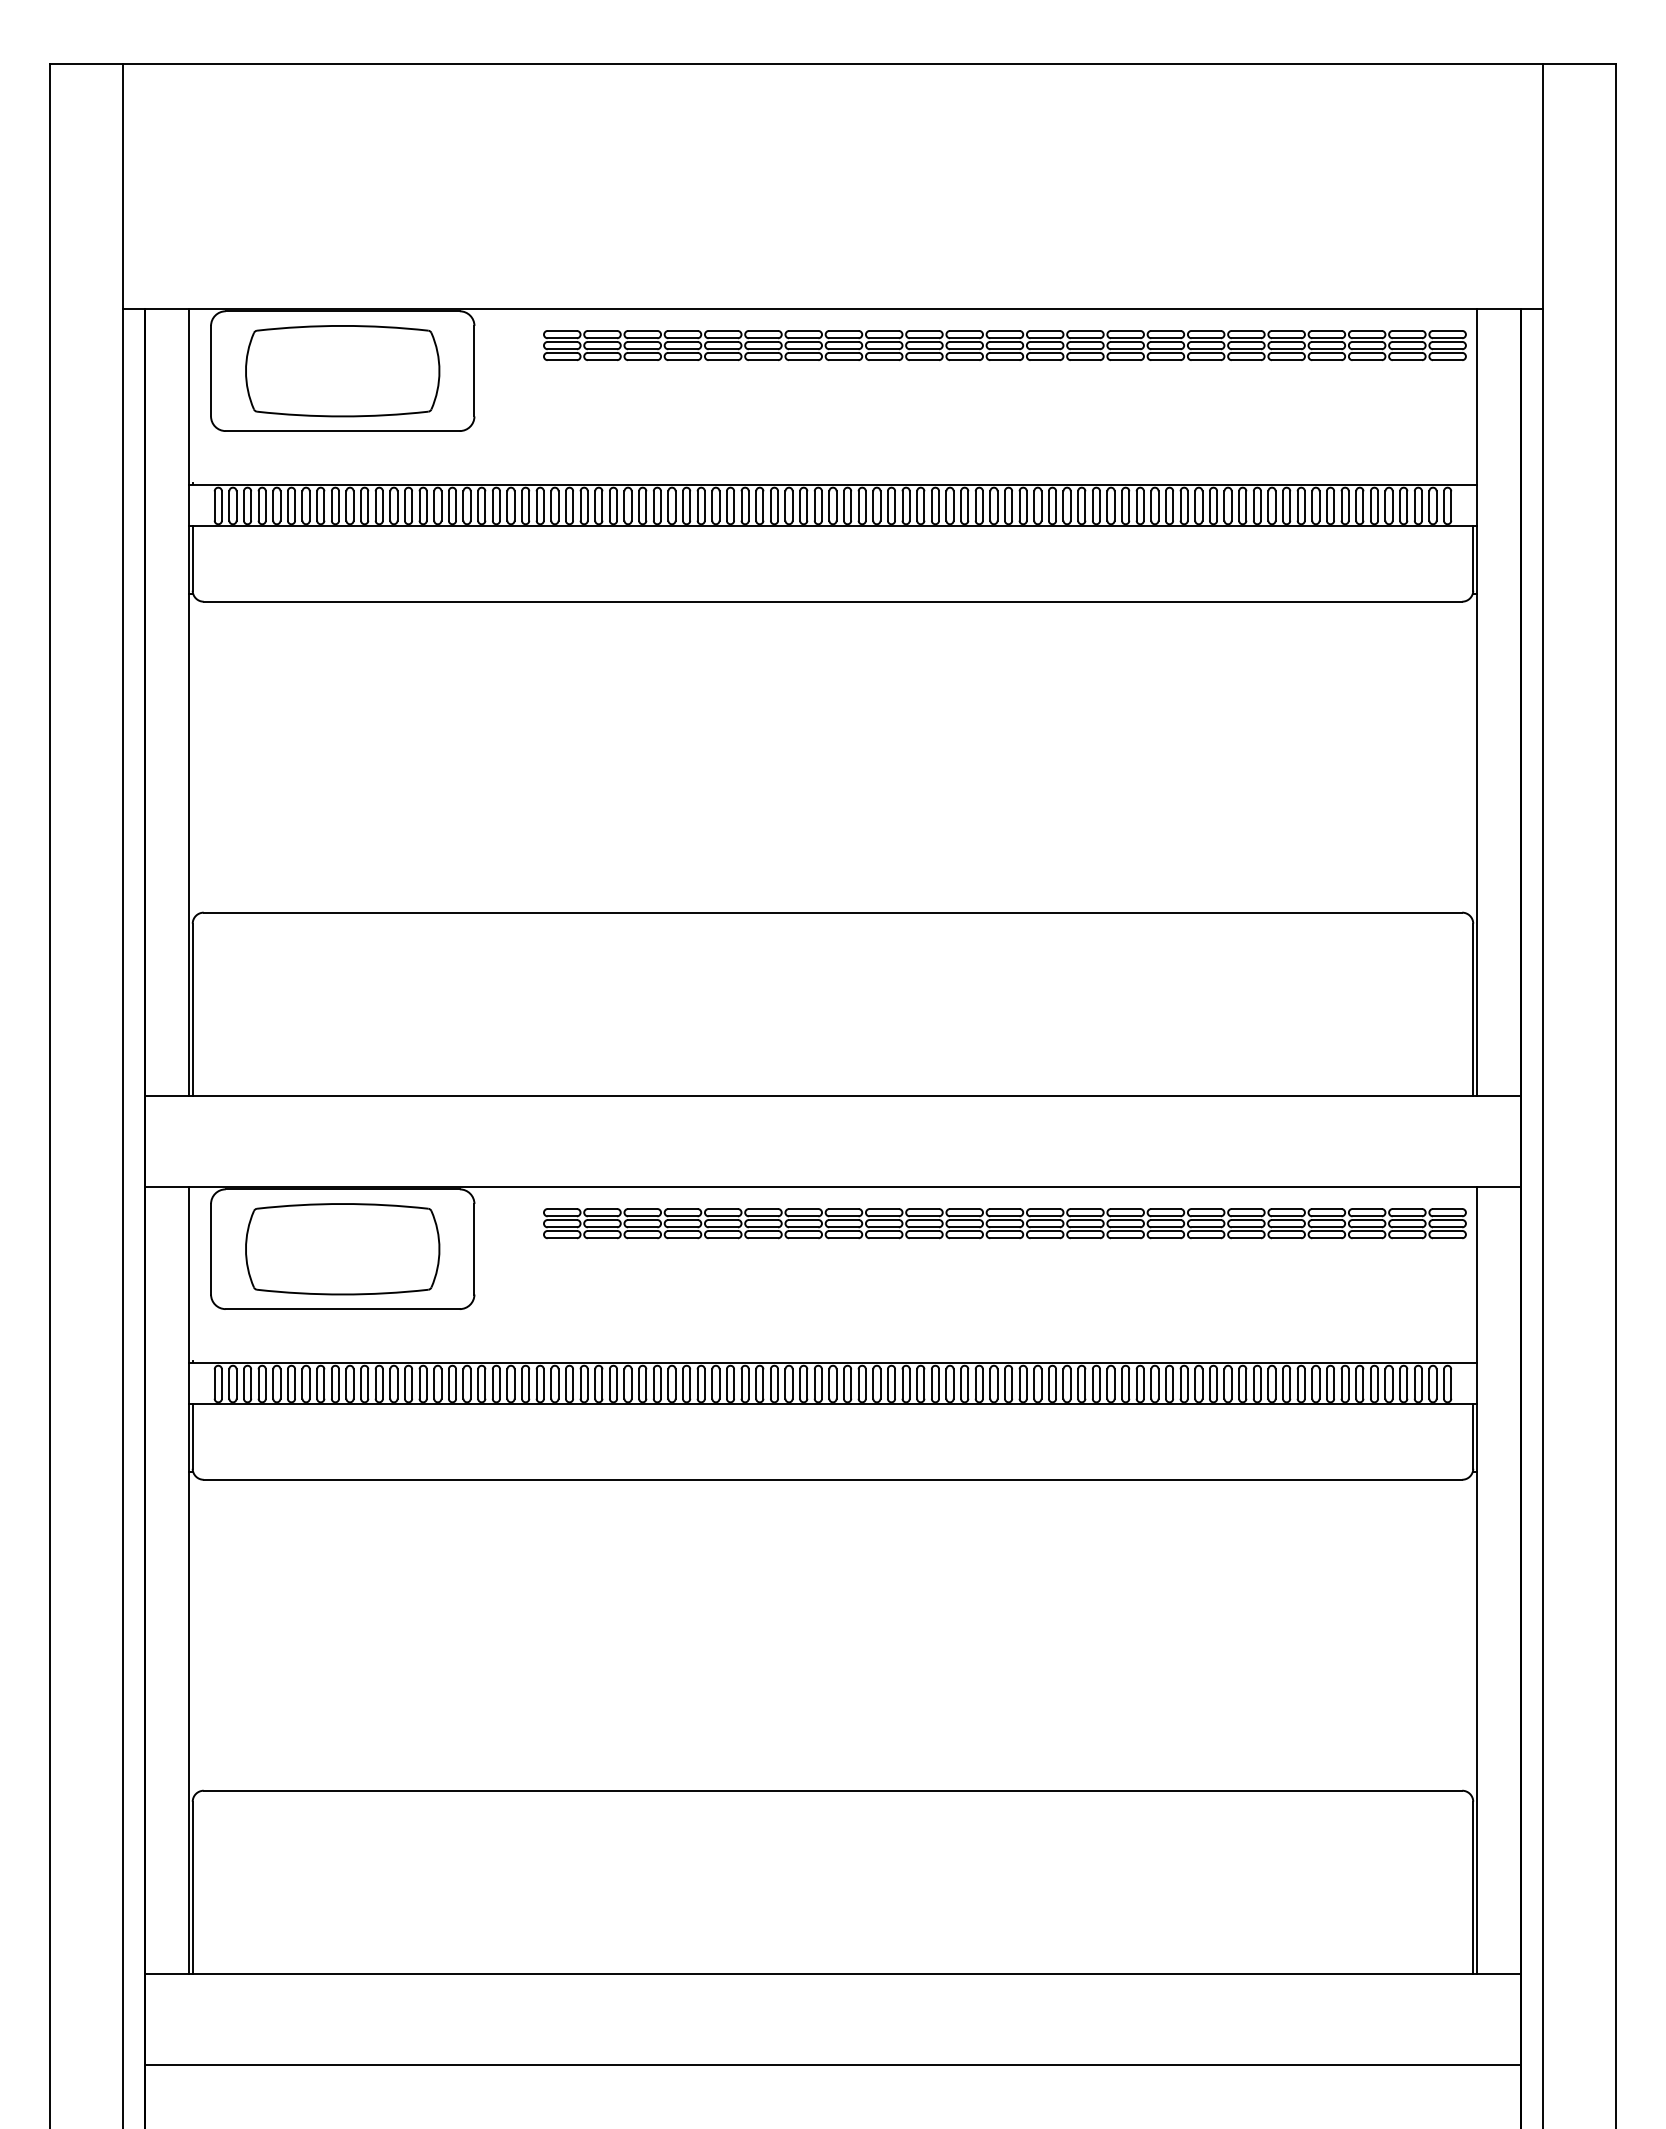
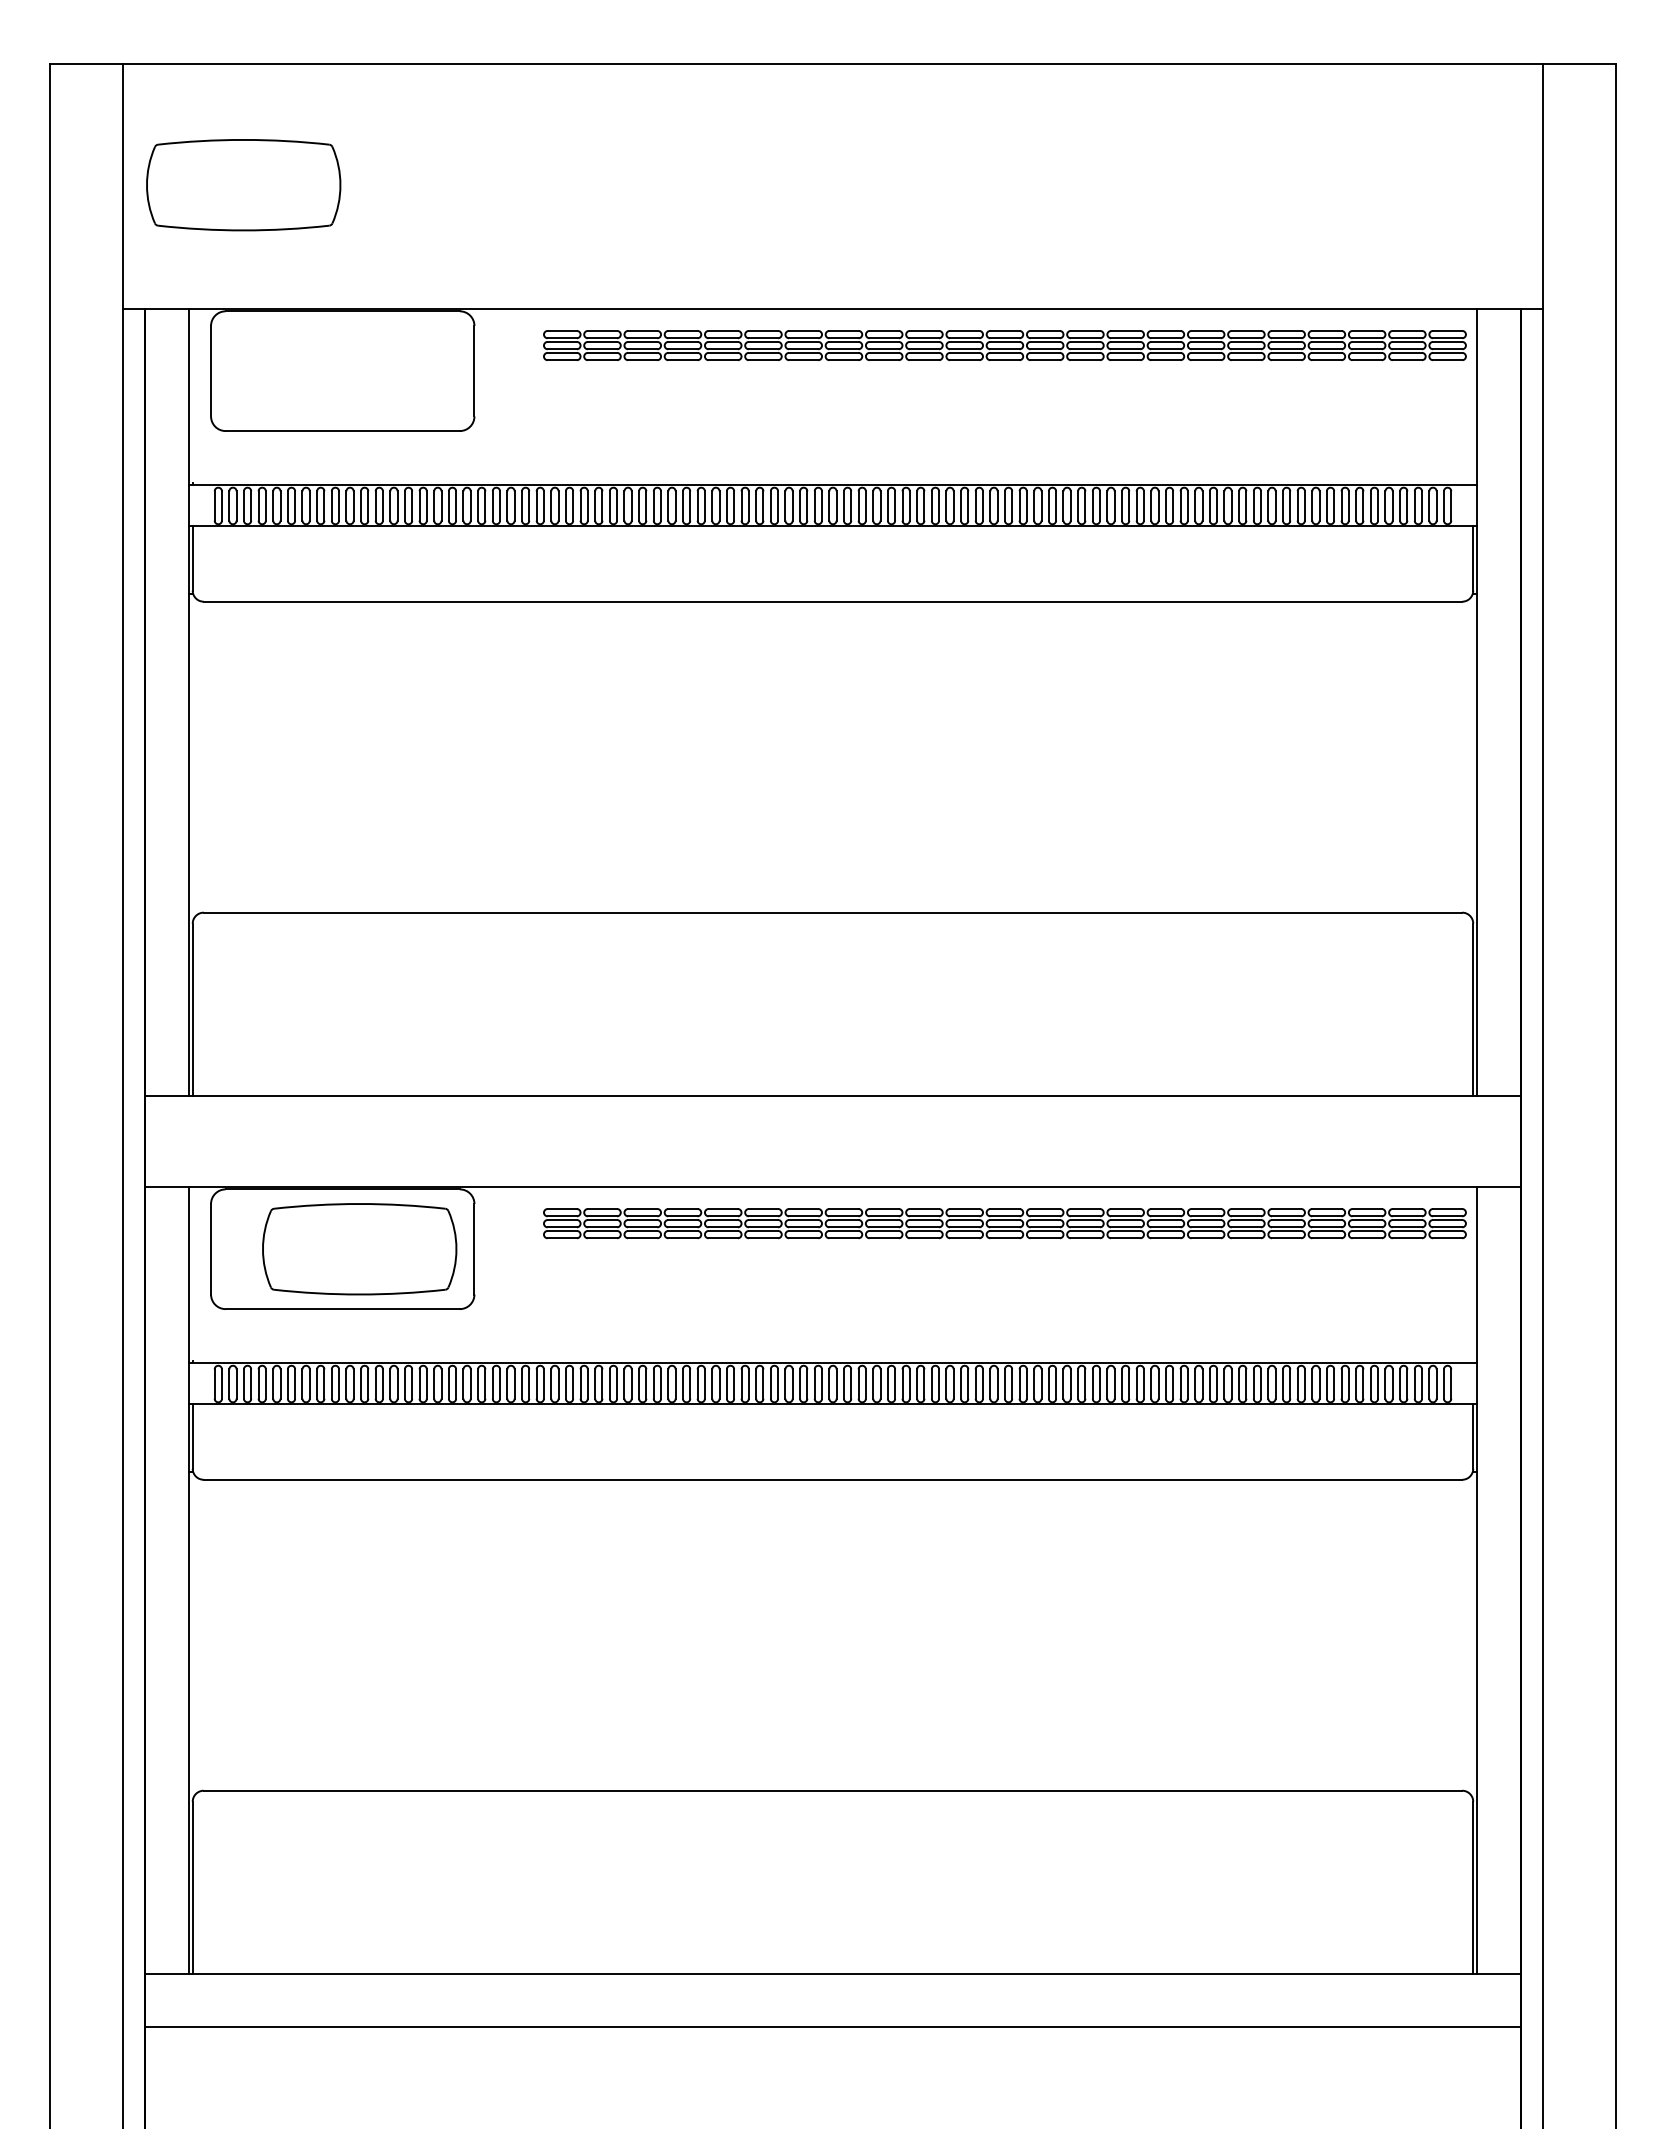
part at (342, 371) position: (342, 371) -> (243, 185)
part at (342, 1249) position: (342, 1249) -> (359, 1249)
line at (832, 2065) position: (832, 2065) -> (832, 2027)
